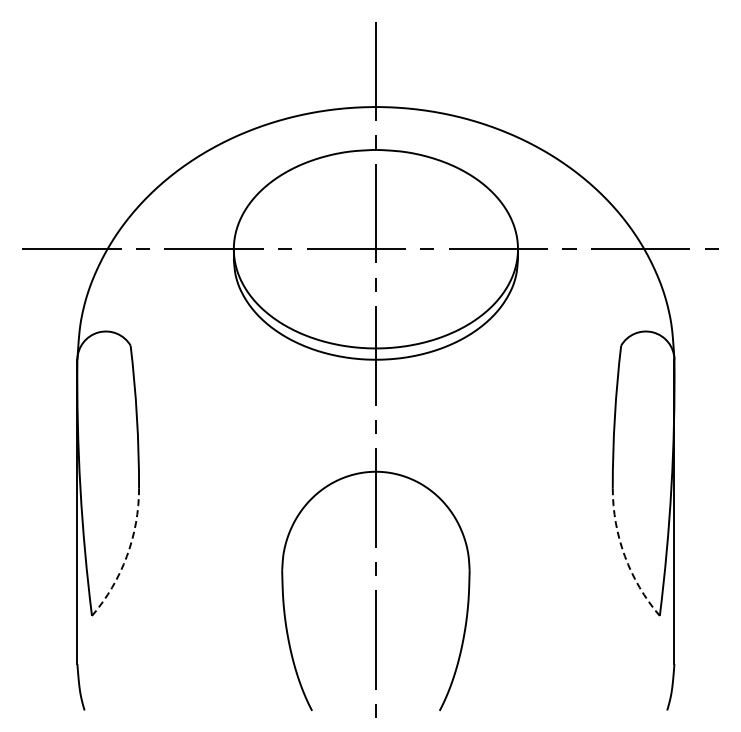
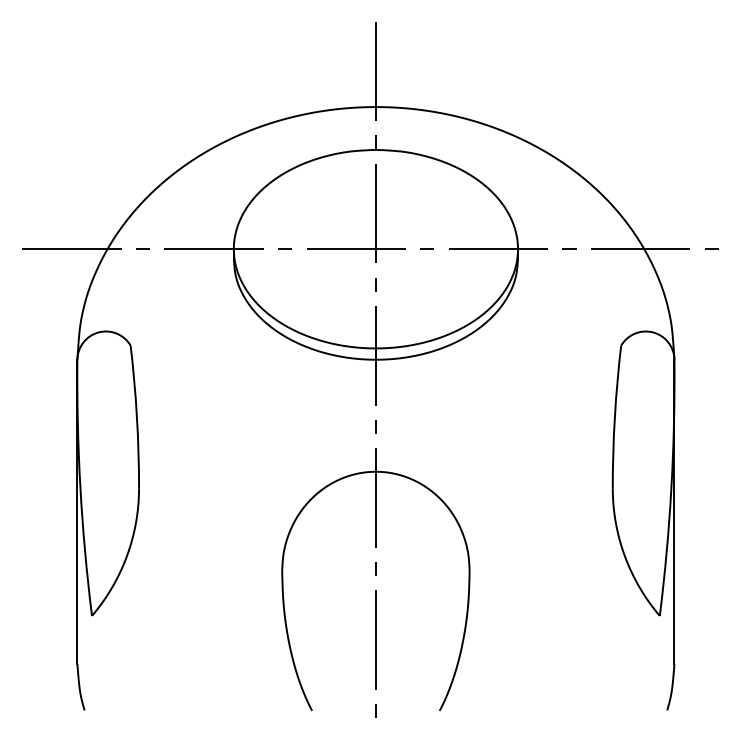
arc at (126, 556): dashed -> solid
arc at (624, 556): dashed -> solid
